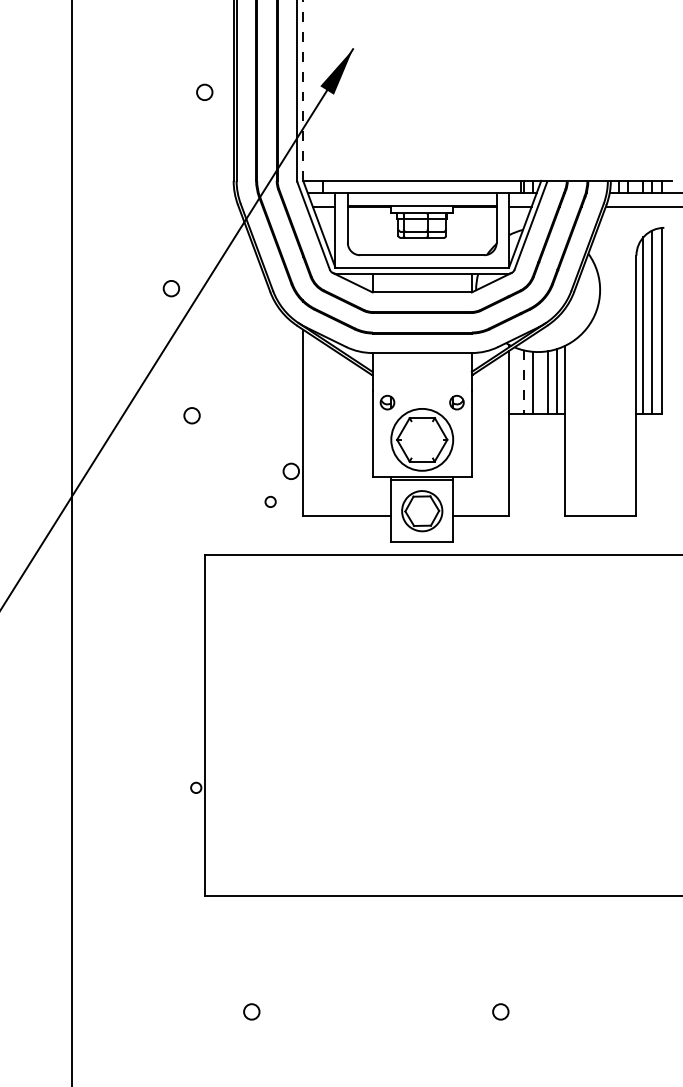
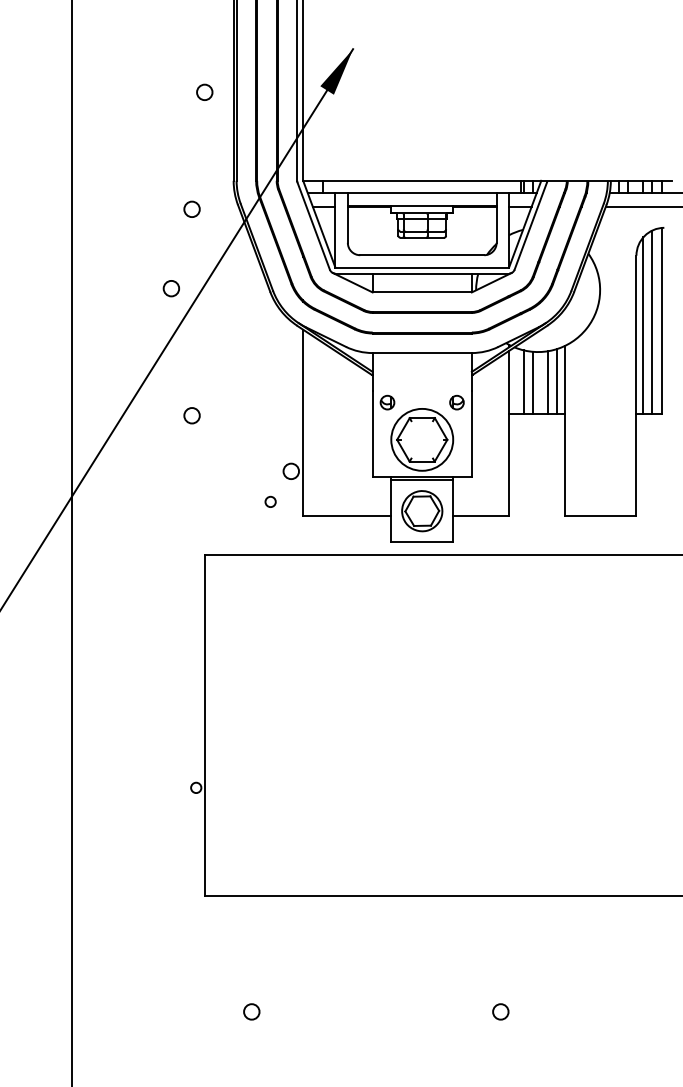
line at (303, 91): dashed -> solid
circle at (191, 208): none -> present
line at (524, 382): dashed -> solid
